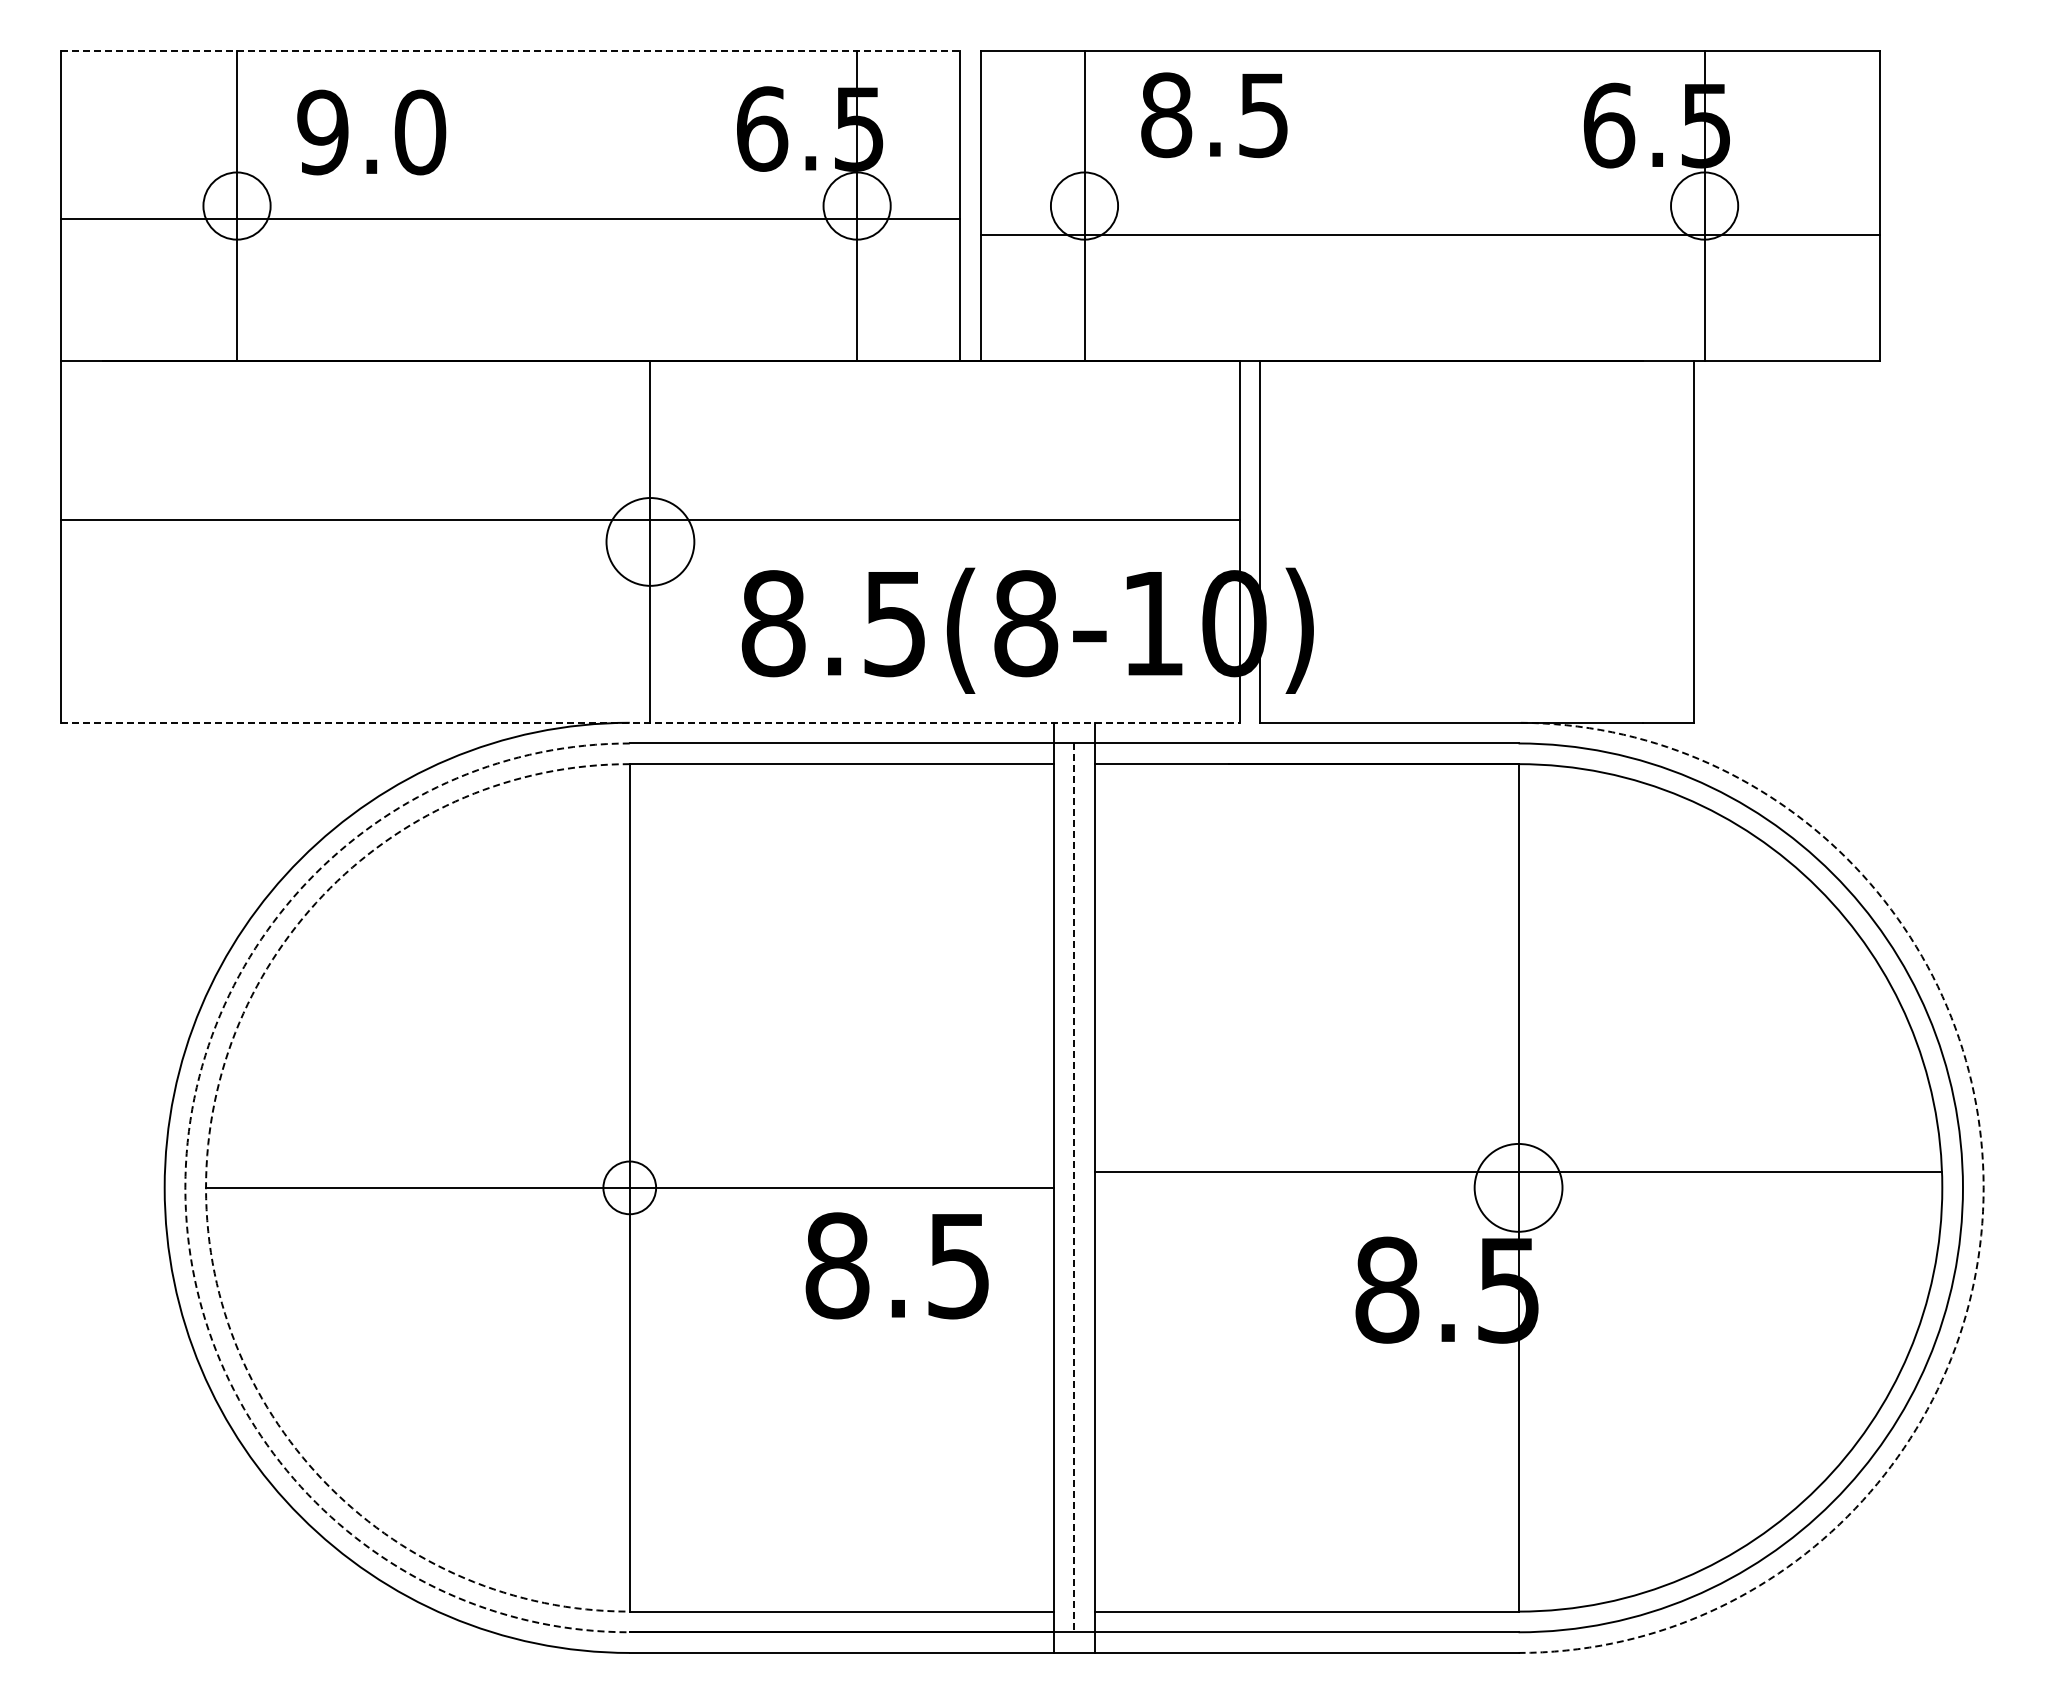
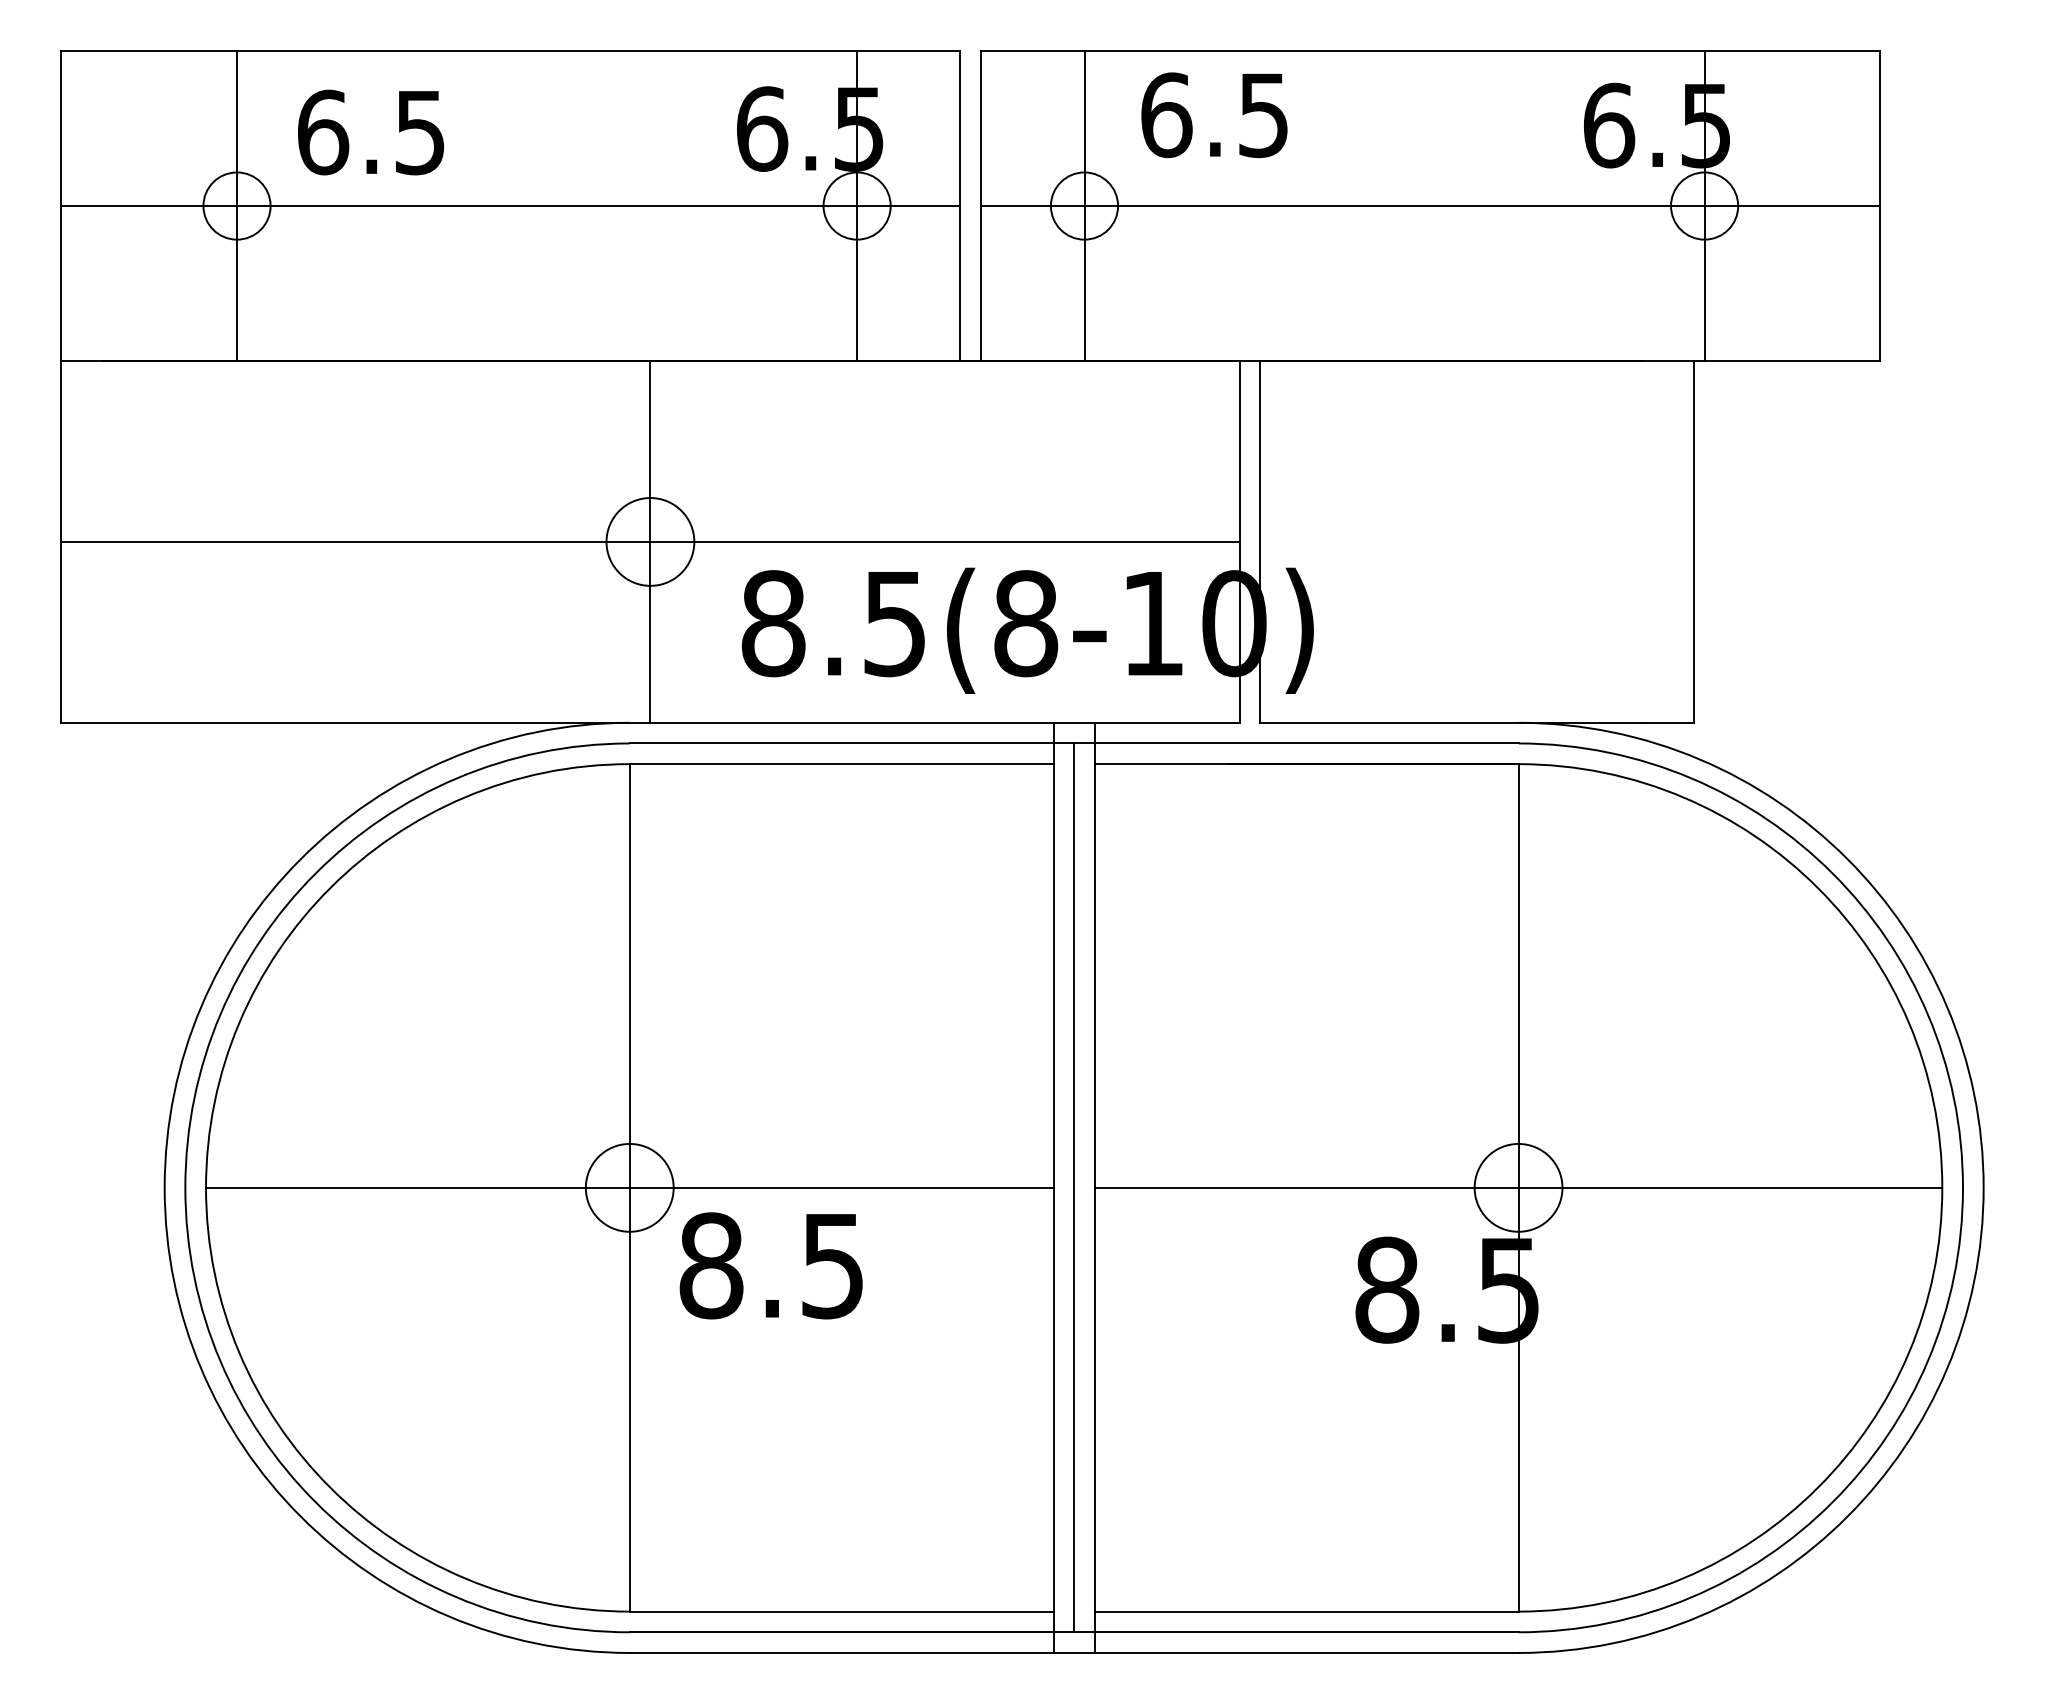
line at (510, 51): dashed -> solid
text at (1166, 115): 8.5 -> 6.5
text at (371, 132): 9.0 -> 6.5
line at (510, 219) position: (510, 219) -> (510, 206)
line at (1430, 235) position: (1430, 235) -> (1430, 206)
line at (650, 519) position: (650, 519) -> (650, 541)
line at (650, 722): dashed -> solid
line at (1518, 1171) position: (1518, 1171) -> (1518, 1187)
arc at (185, 1187): dashed -> solid
arc at (206, 1187): dashed -> solid
circle at (629, 1187) diameter: 53 px -> 88 px
arc at (1983, 1187): dashed -> solid
line at (1074, 1188): dashed -> solid
text at (896, 1265) position: (896, 1265) -> (770, 1265)
